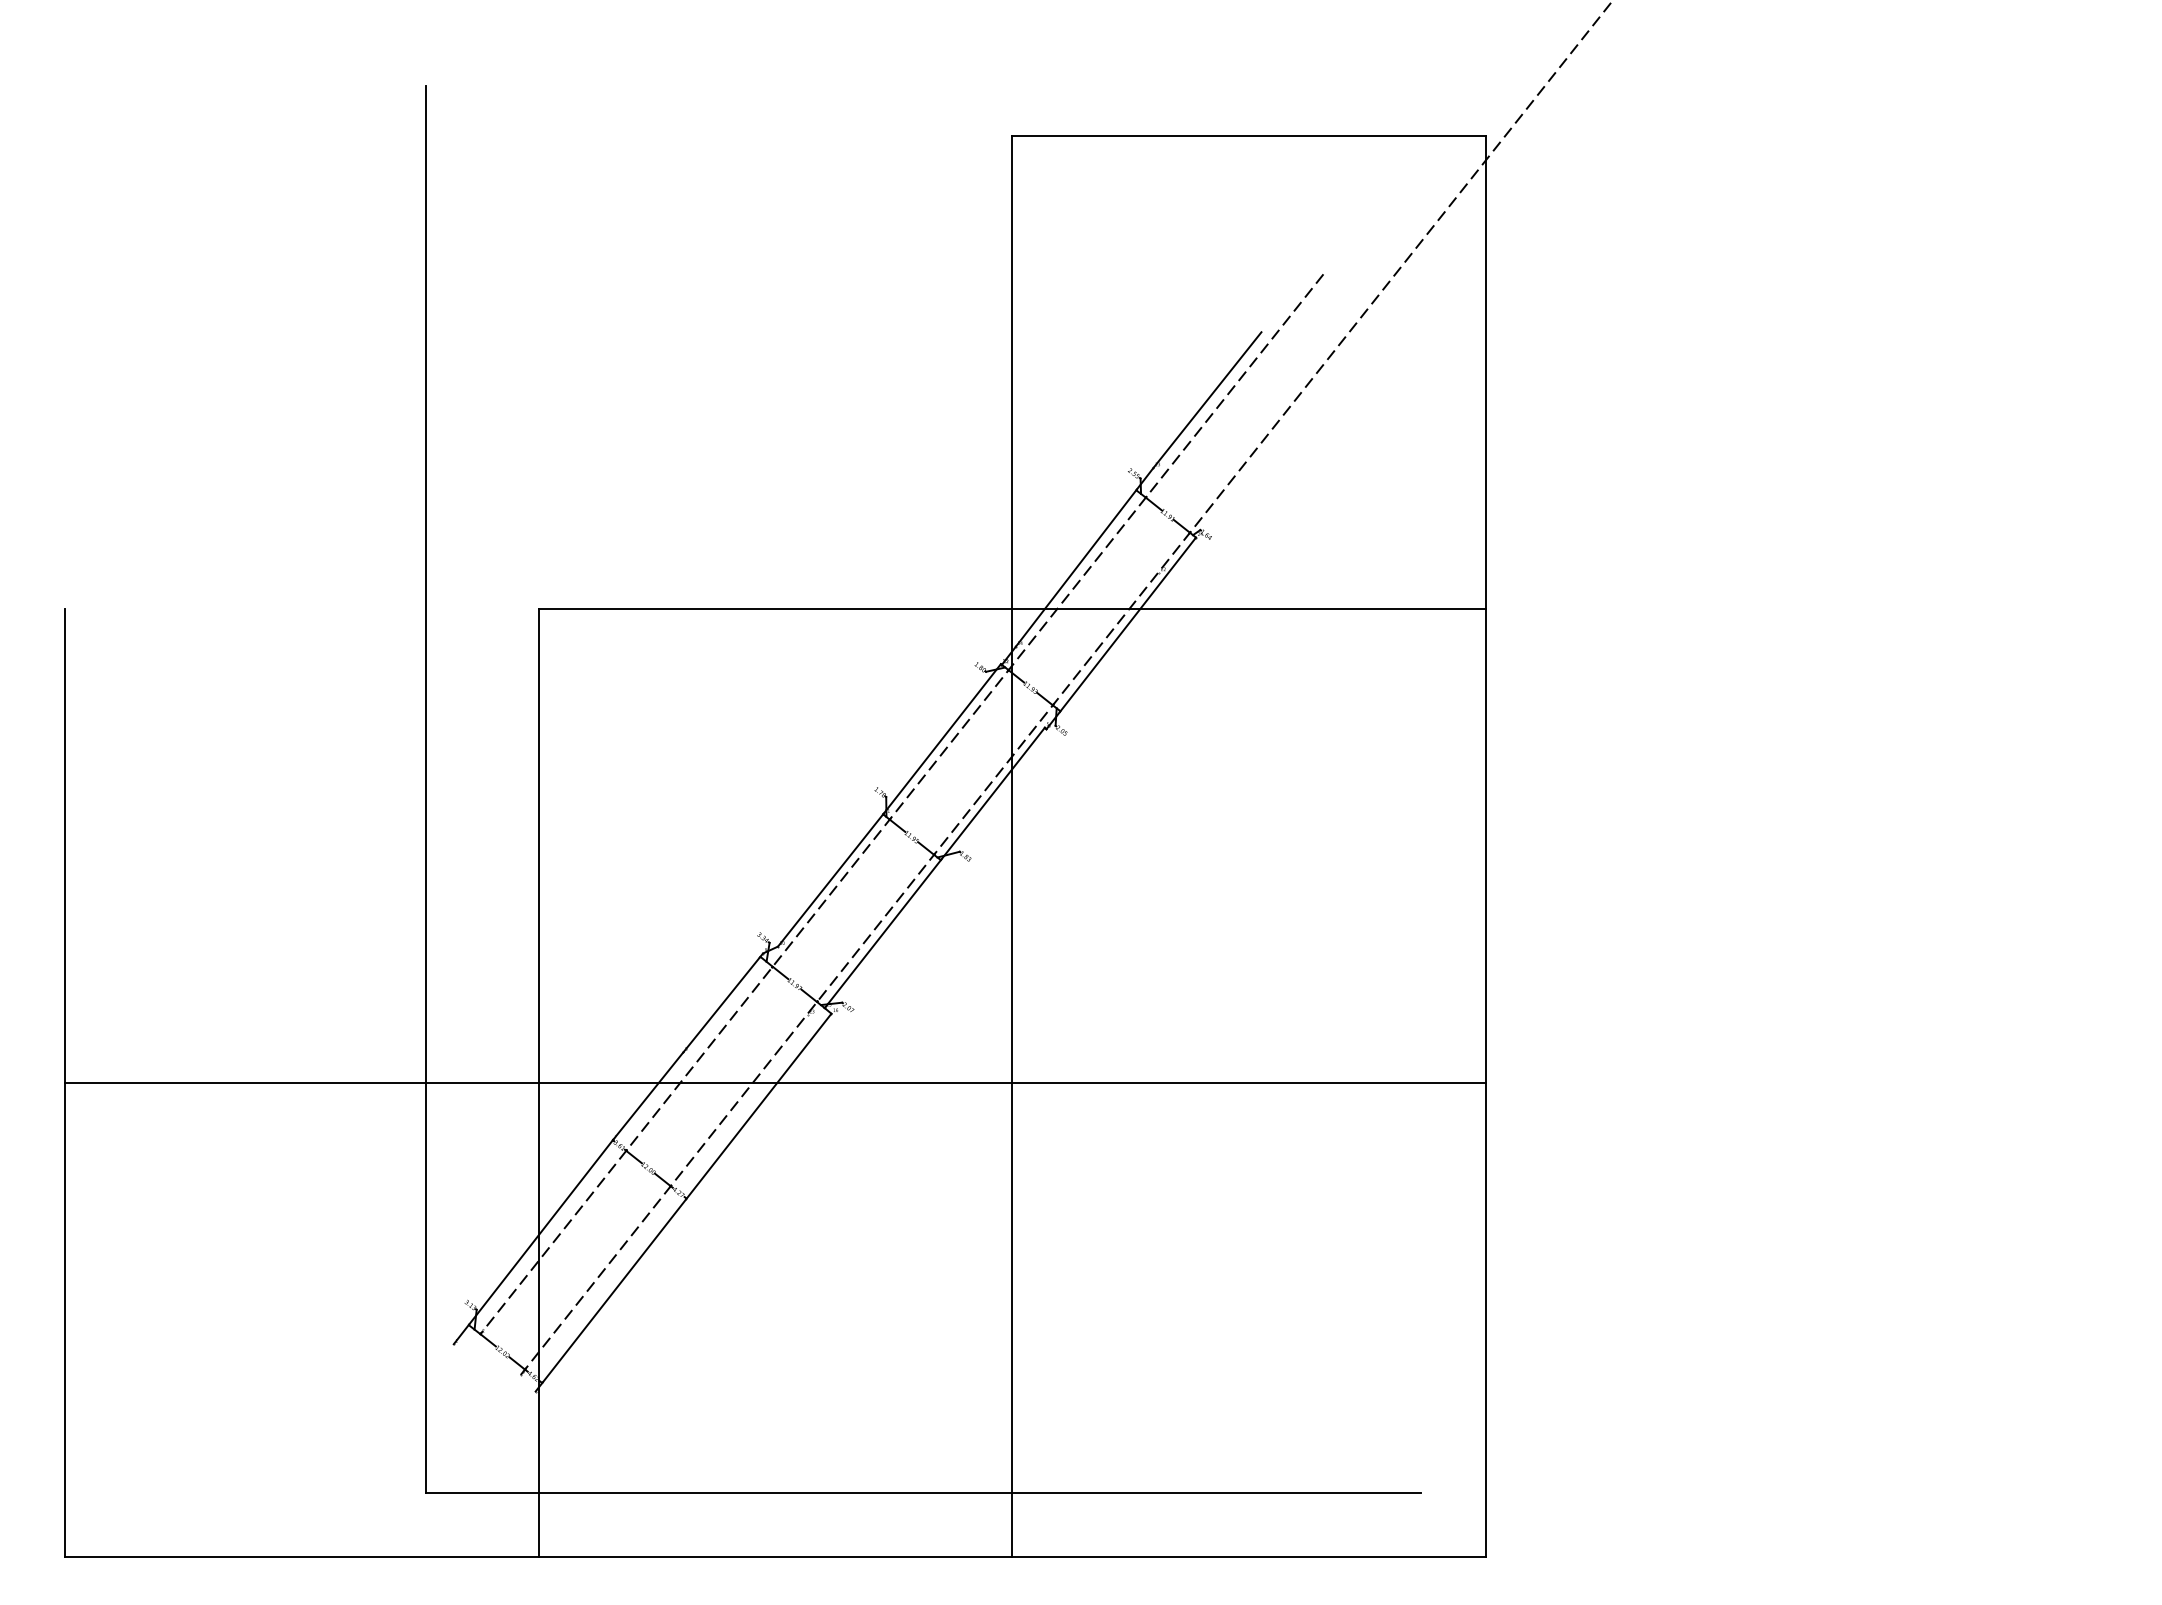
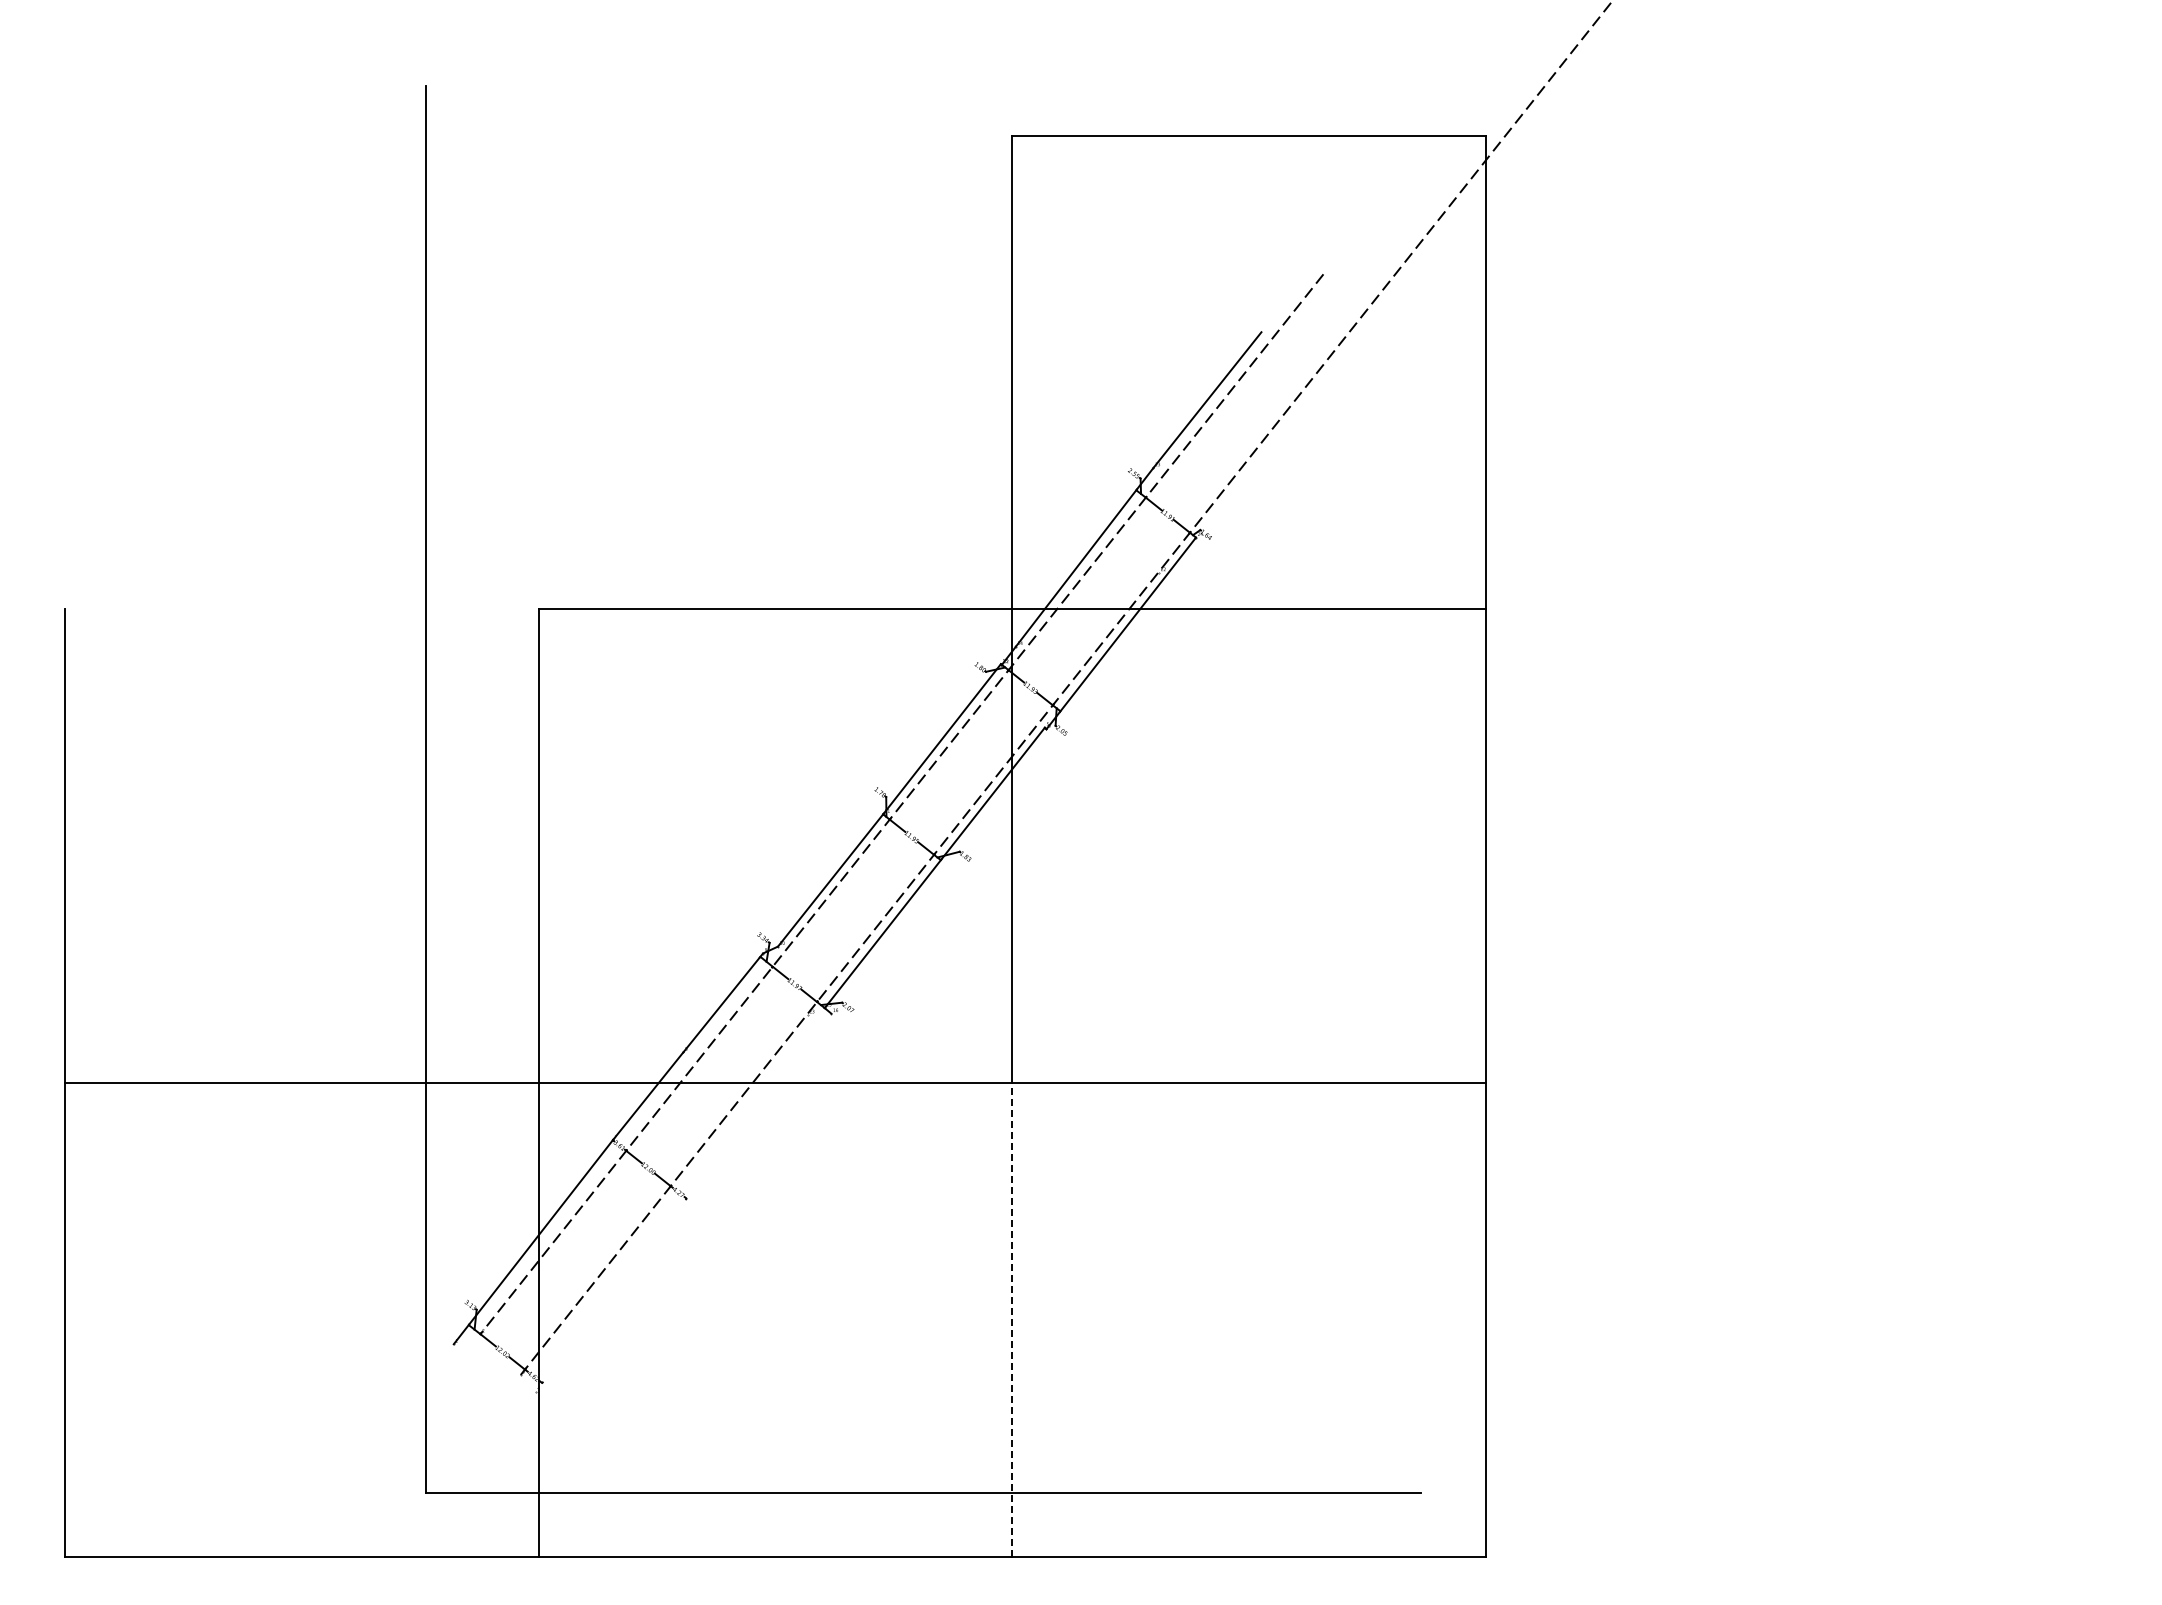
line at (683, 1202): present -> none
line at (1012, 1319): solid -> dashed
